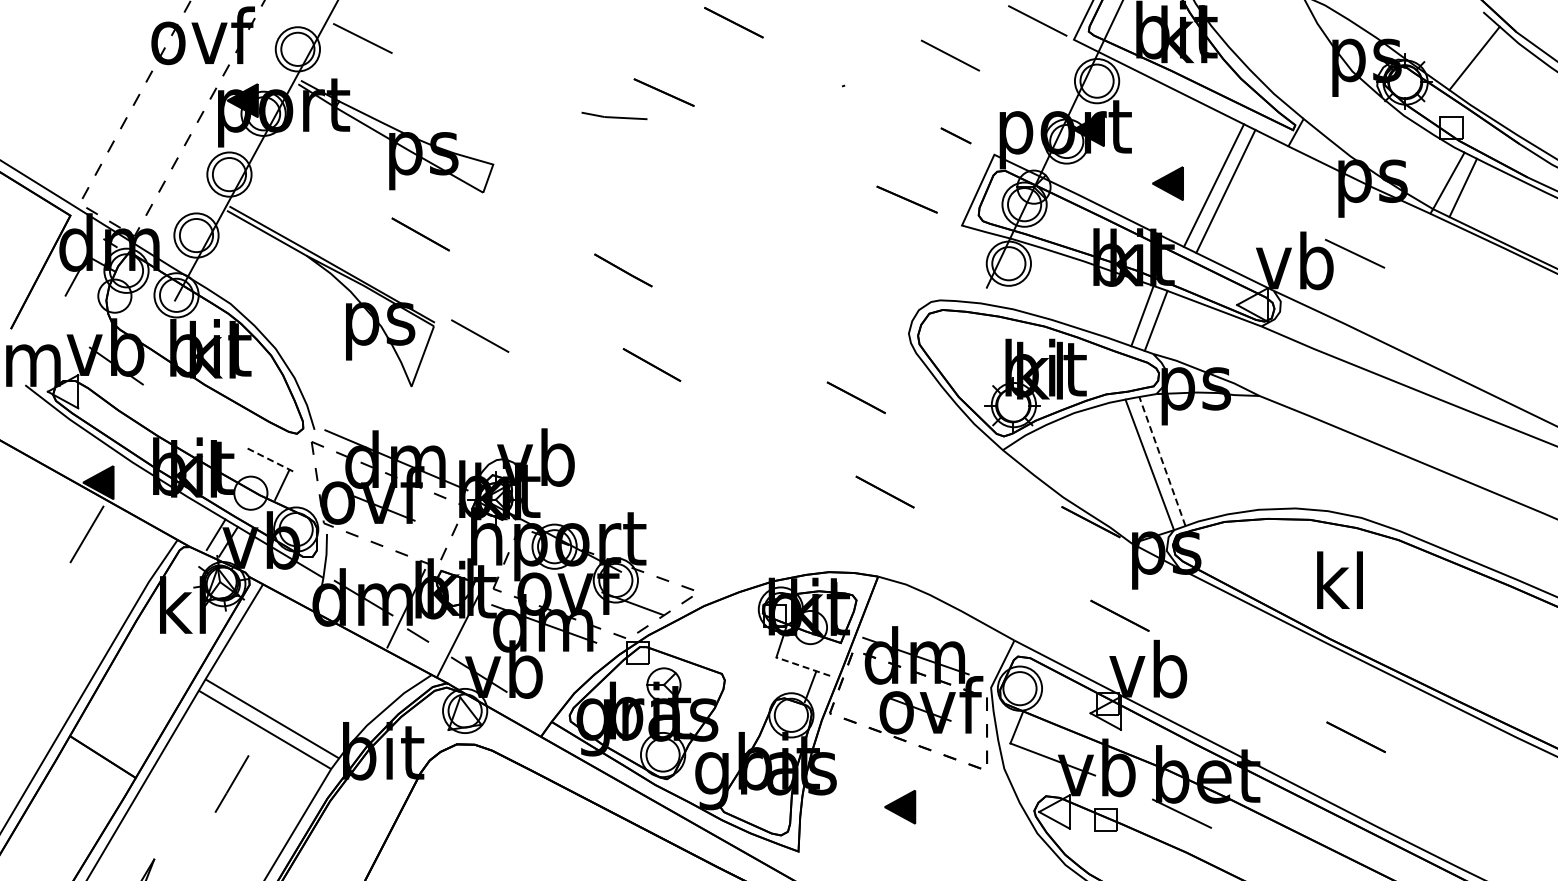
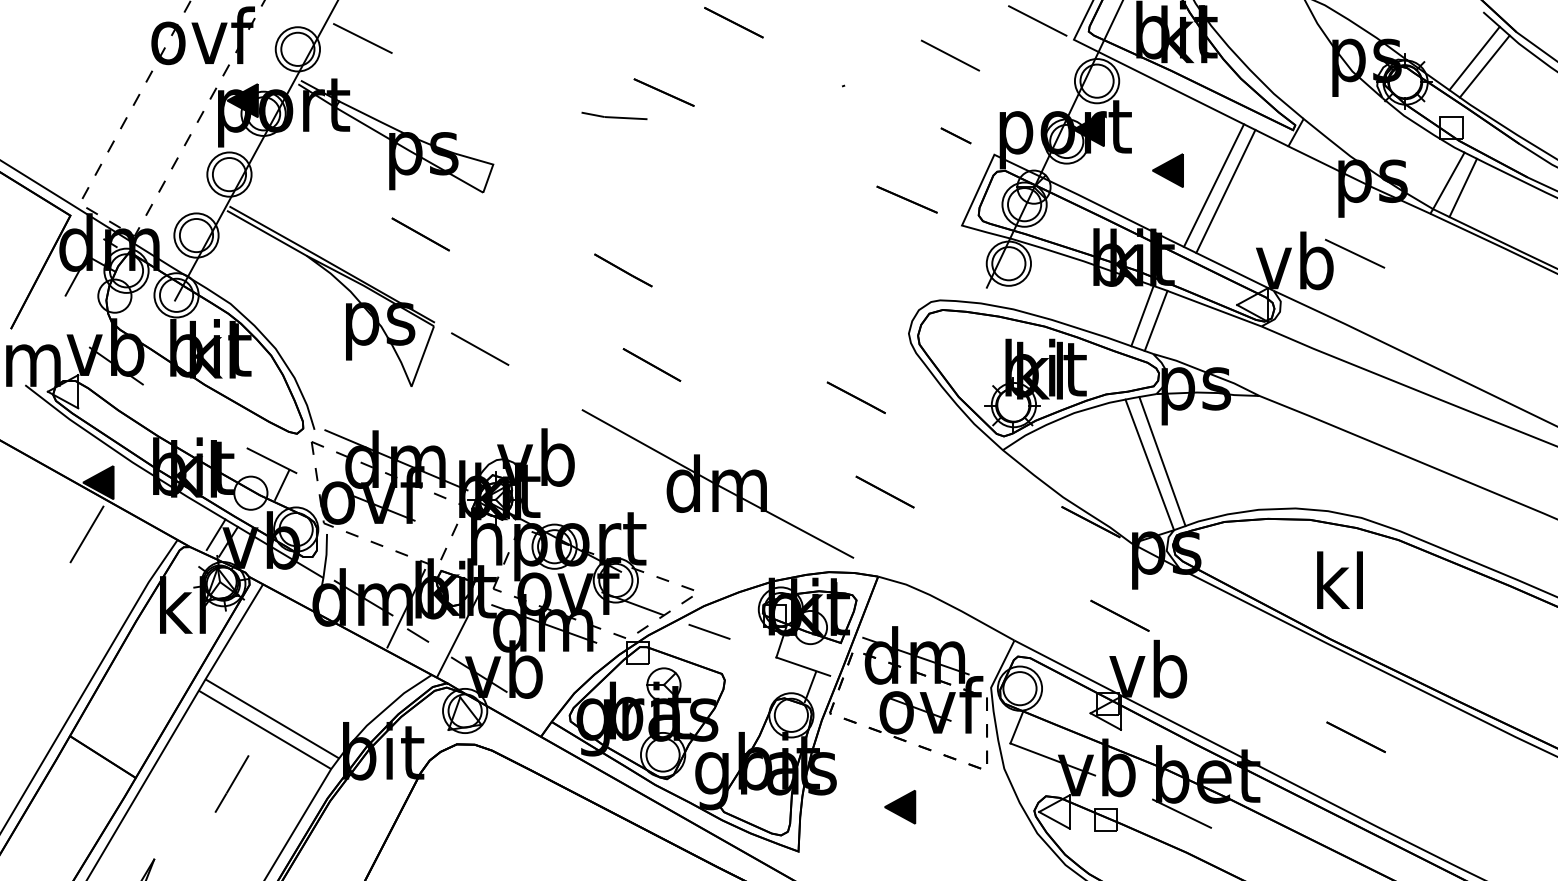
line at (1484, 66): none -> present
part at (1167, 183) position: (1167, 183) -> (1167, 170)
line at (480, 335) position: (480, 335) -> (480, 348)
line at (272, 461): dashed -> solid
line at (1162, 461): dashed -> solid
part at (717, 483): none -> present
line at (709, 631): none -> present
line at (802, 666): dashed -> solid
